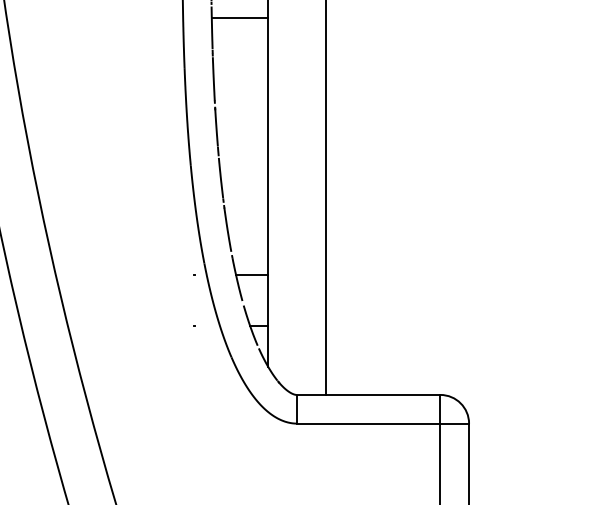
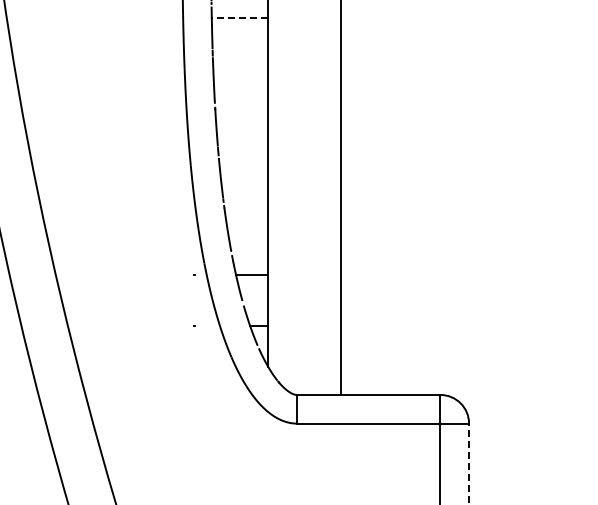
line at (239, 18): solid -> dashed
line at (325, 198) position: (325, 198) -> (340, 198)
line at (469, 463): solid -> dashed
